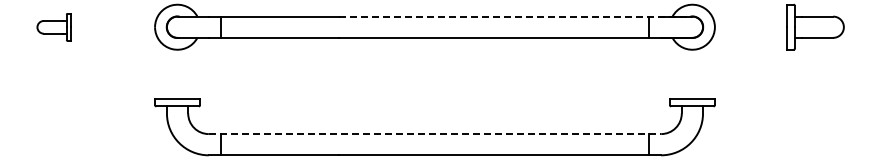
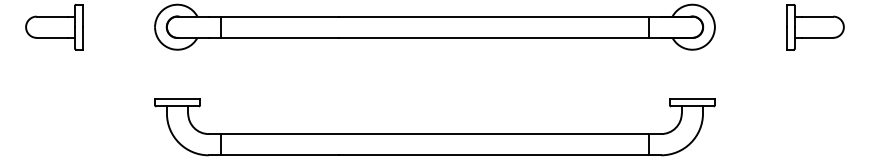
line at (516, 16): dashed -> solid
part at (53, 27) size: 36x29 px -> 59x47 px
line at (435, 134): dashed -> solid
